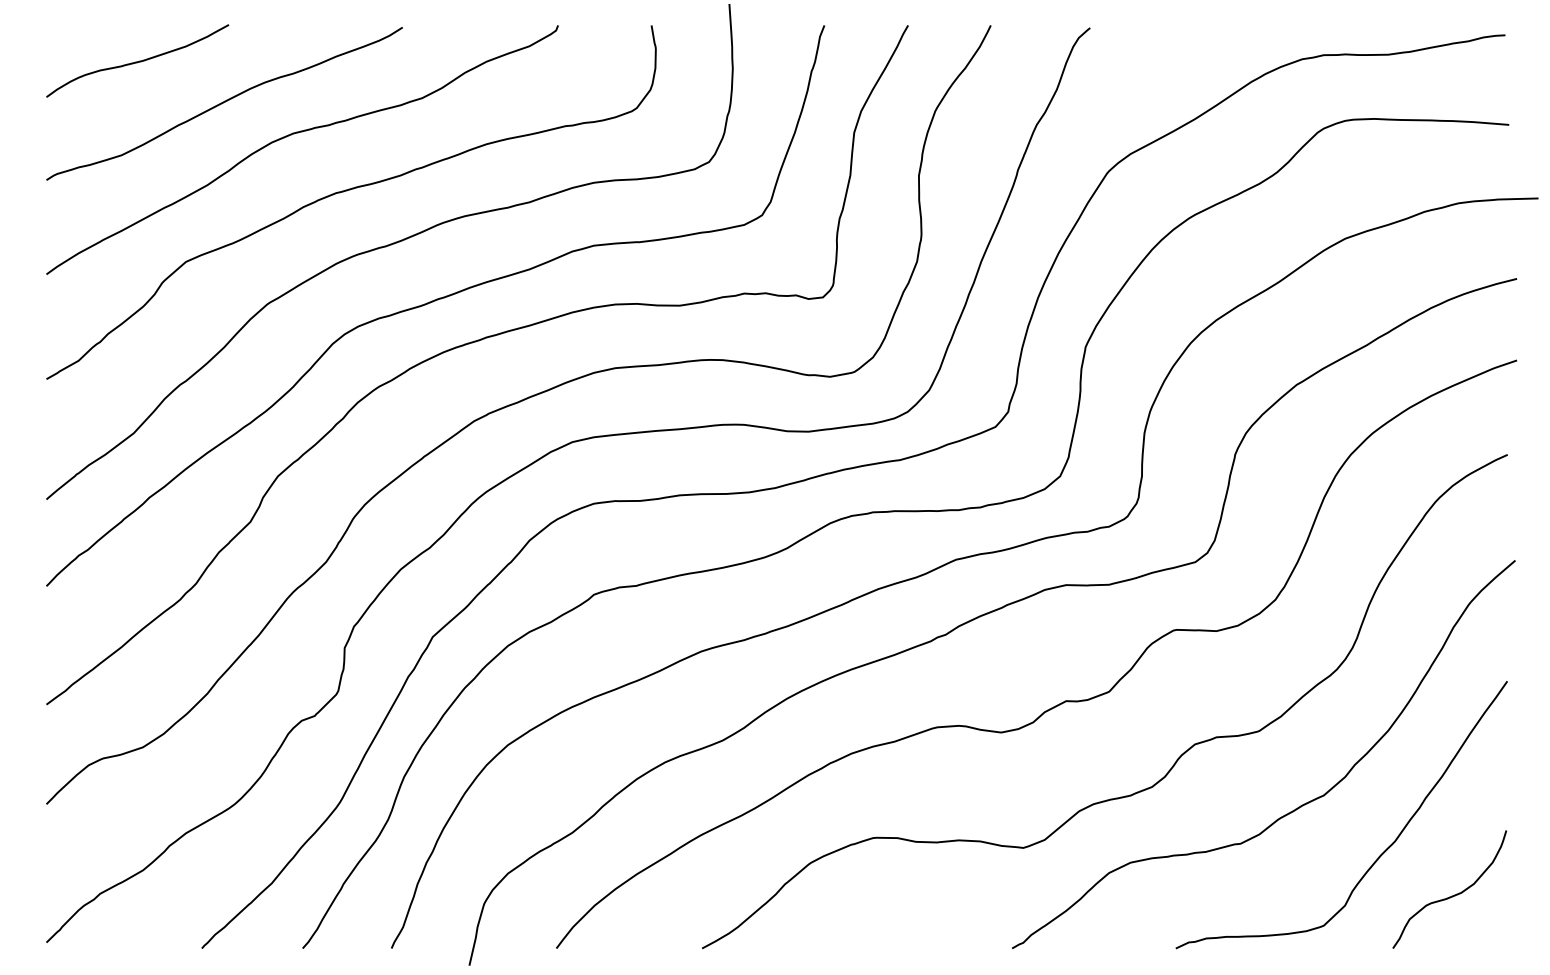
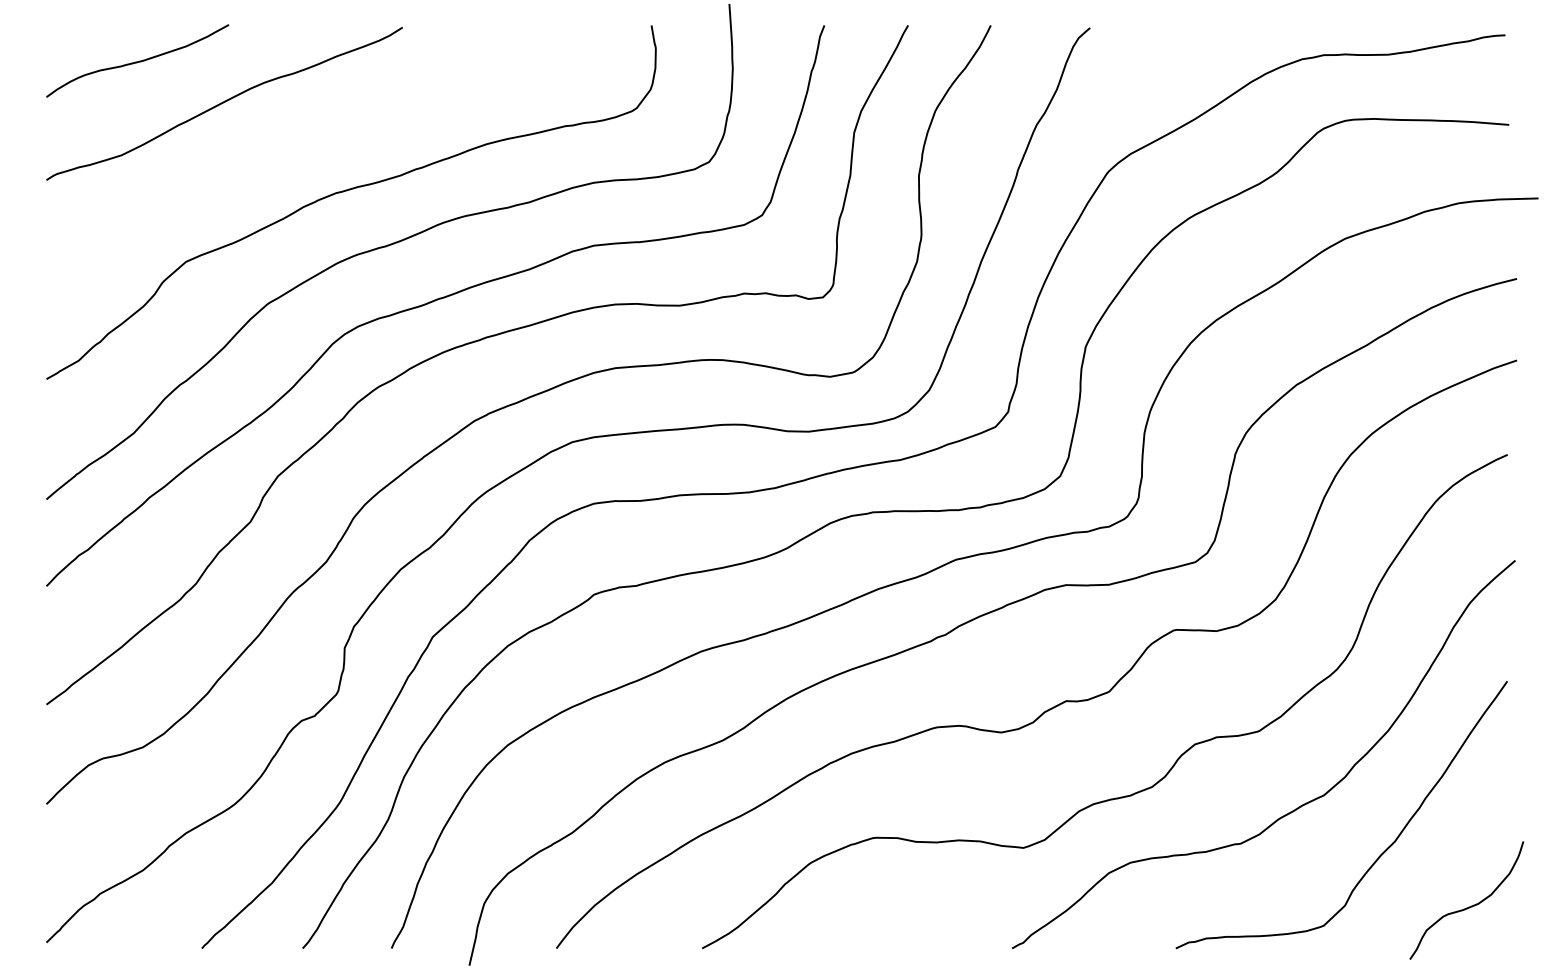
curve at (298, 133): present -> none
curve at (1451, 895) position: (1451, 895) -> (1468, 906)
